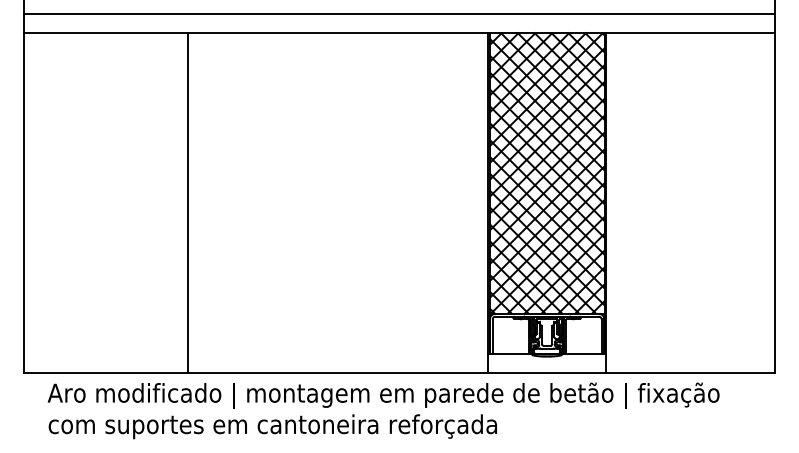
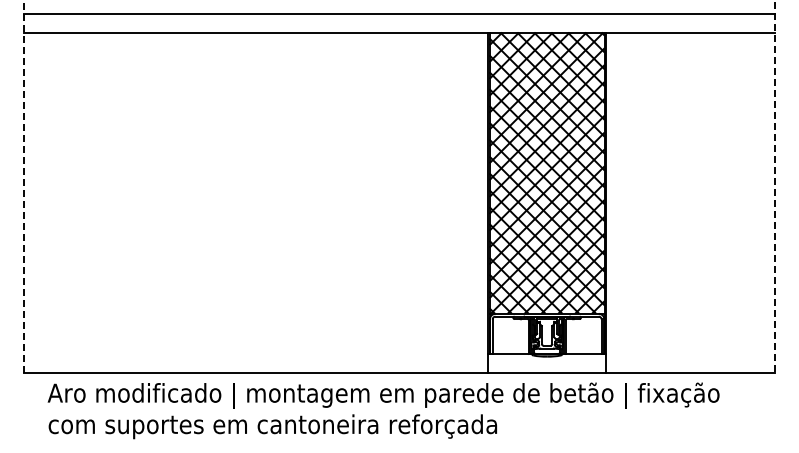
line at (23, 186): solid -> dashed
line at (775, 187): solid -> dashed
line at (187, 202): present -> none
